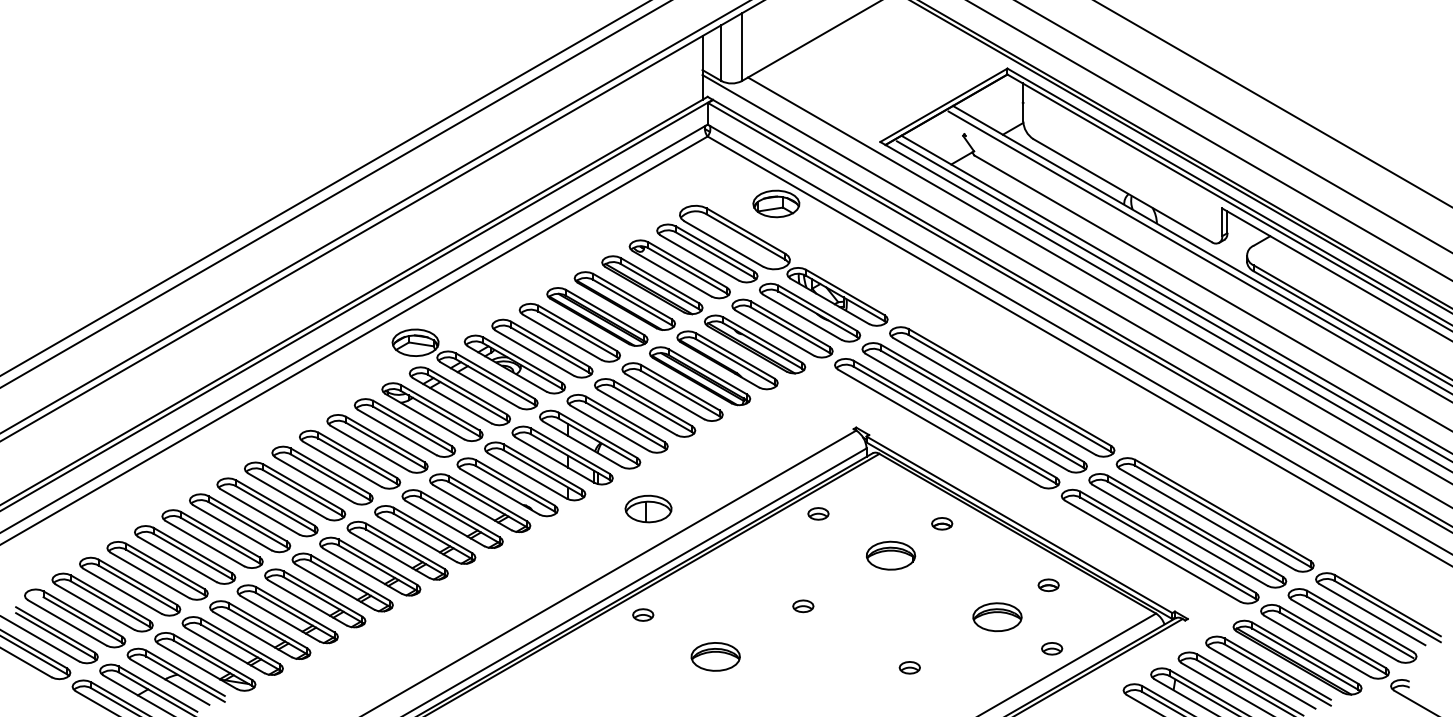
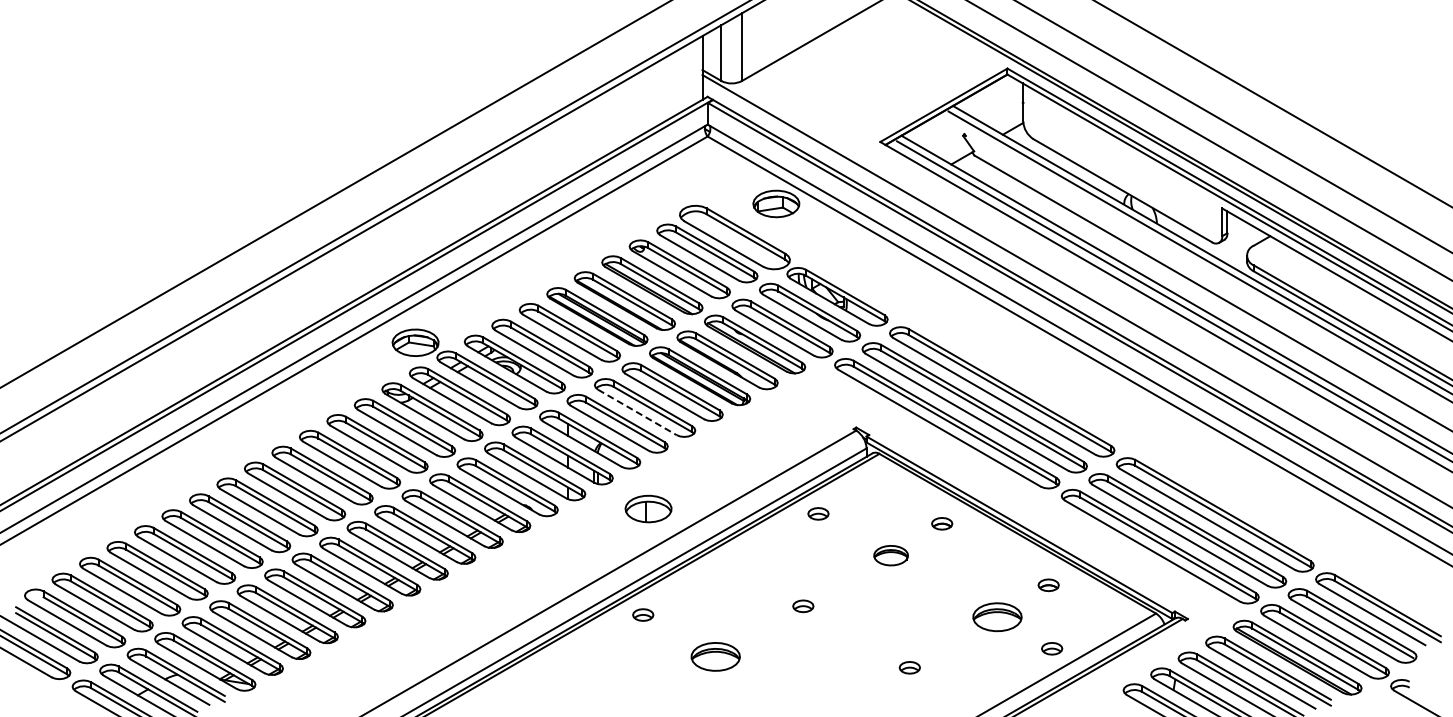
line at (324, 188): present -> none
line at (1098, 279): present -> none
line at (637, 412): solid -> dashed
part at (891, 555) size: 51x31 px -> 36x22 px
